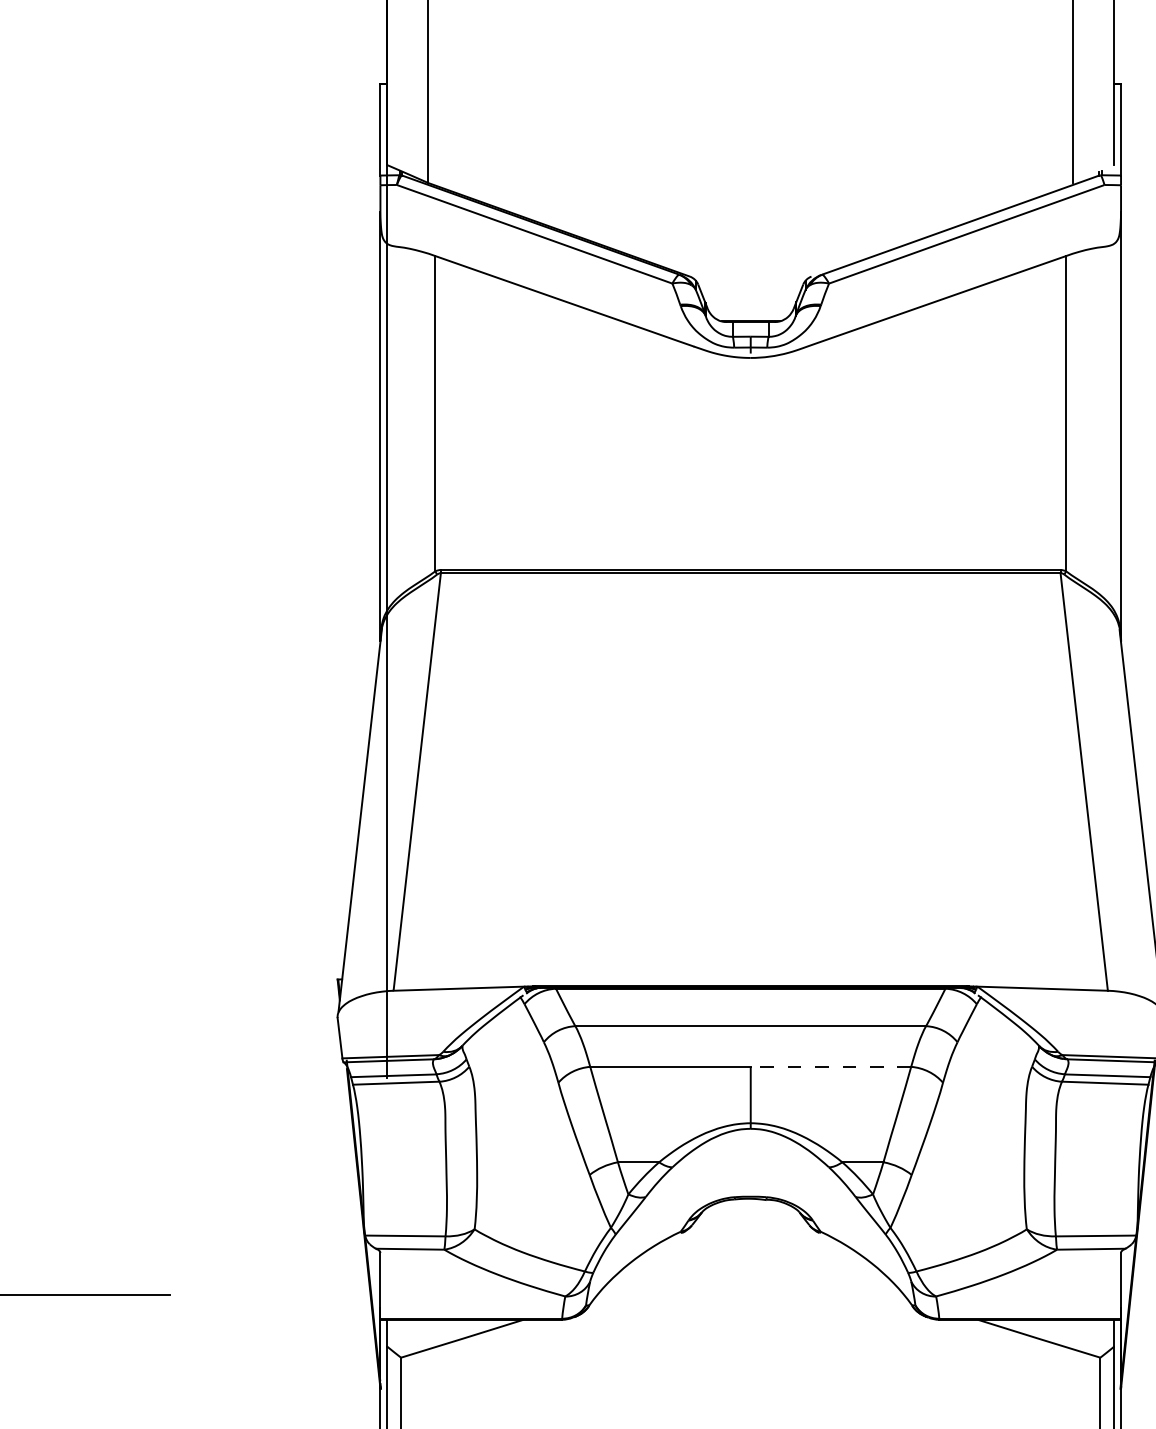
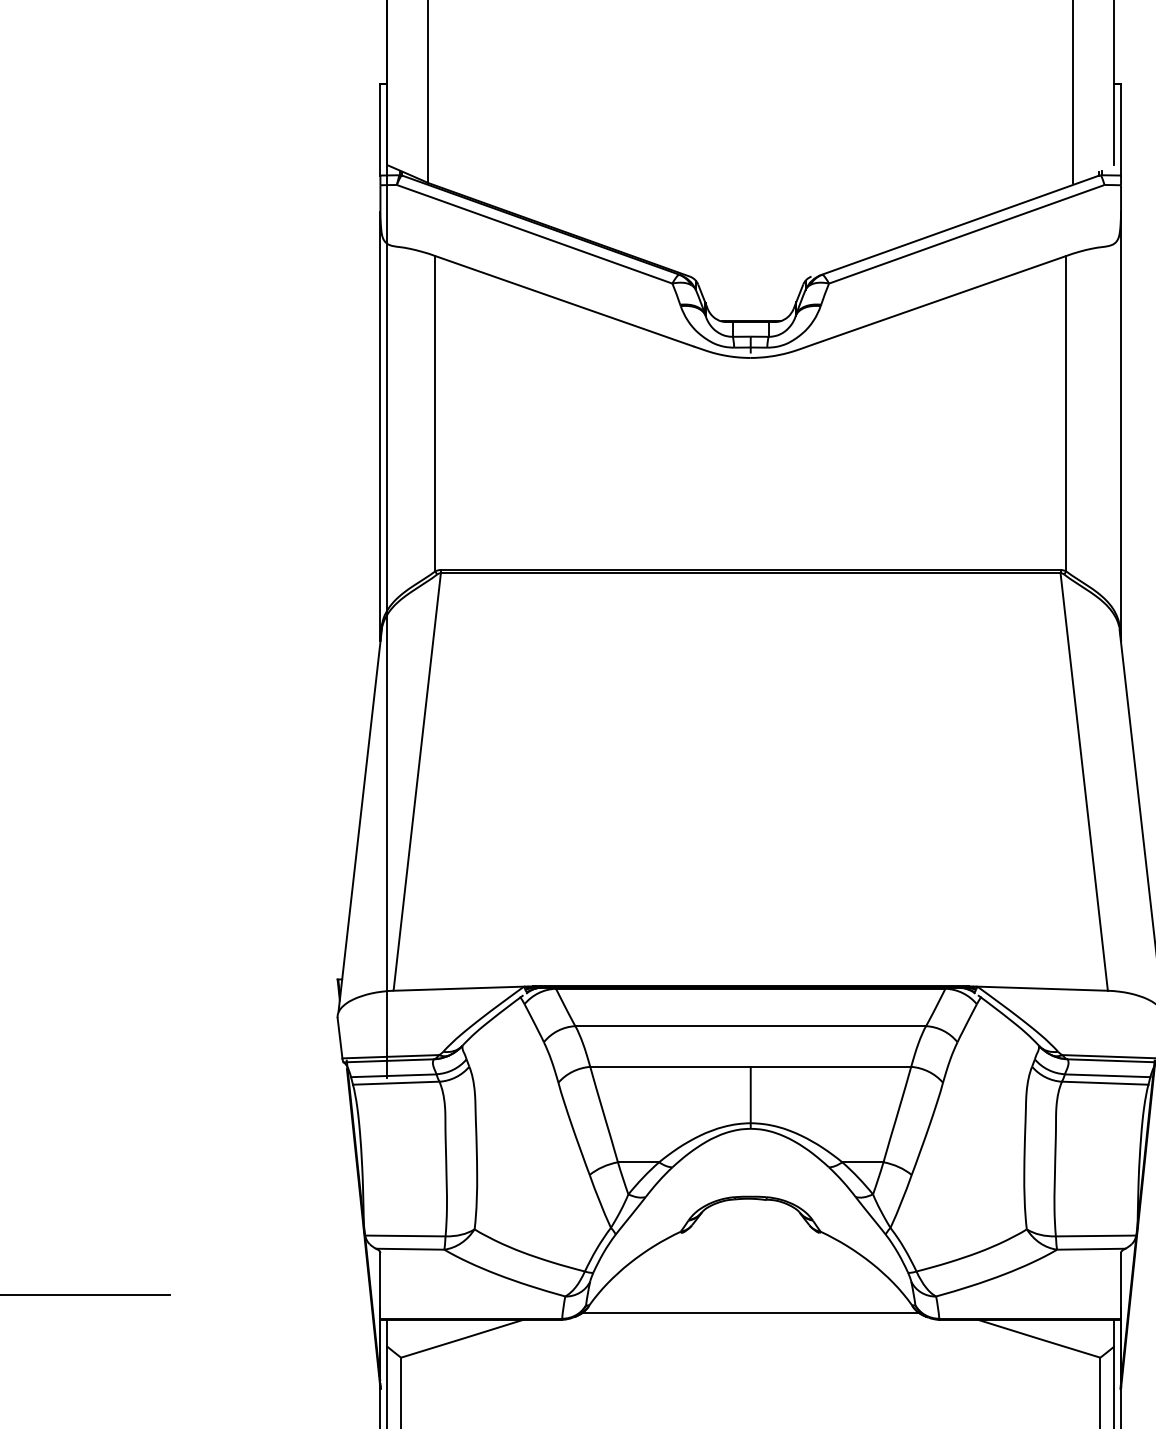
line at (830, 1066): dashed -> solid
line at (750, 1313): none -> present
